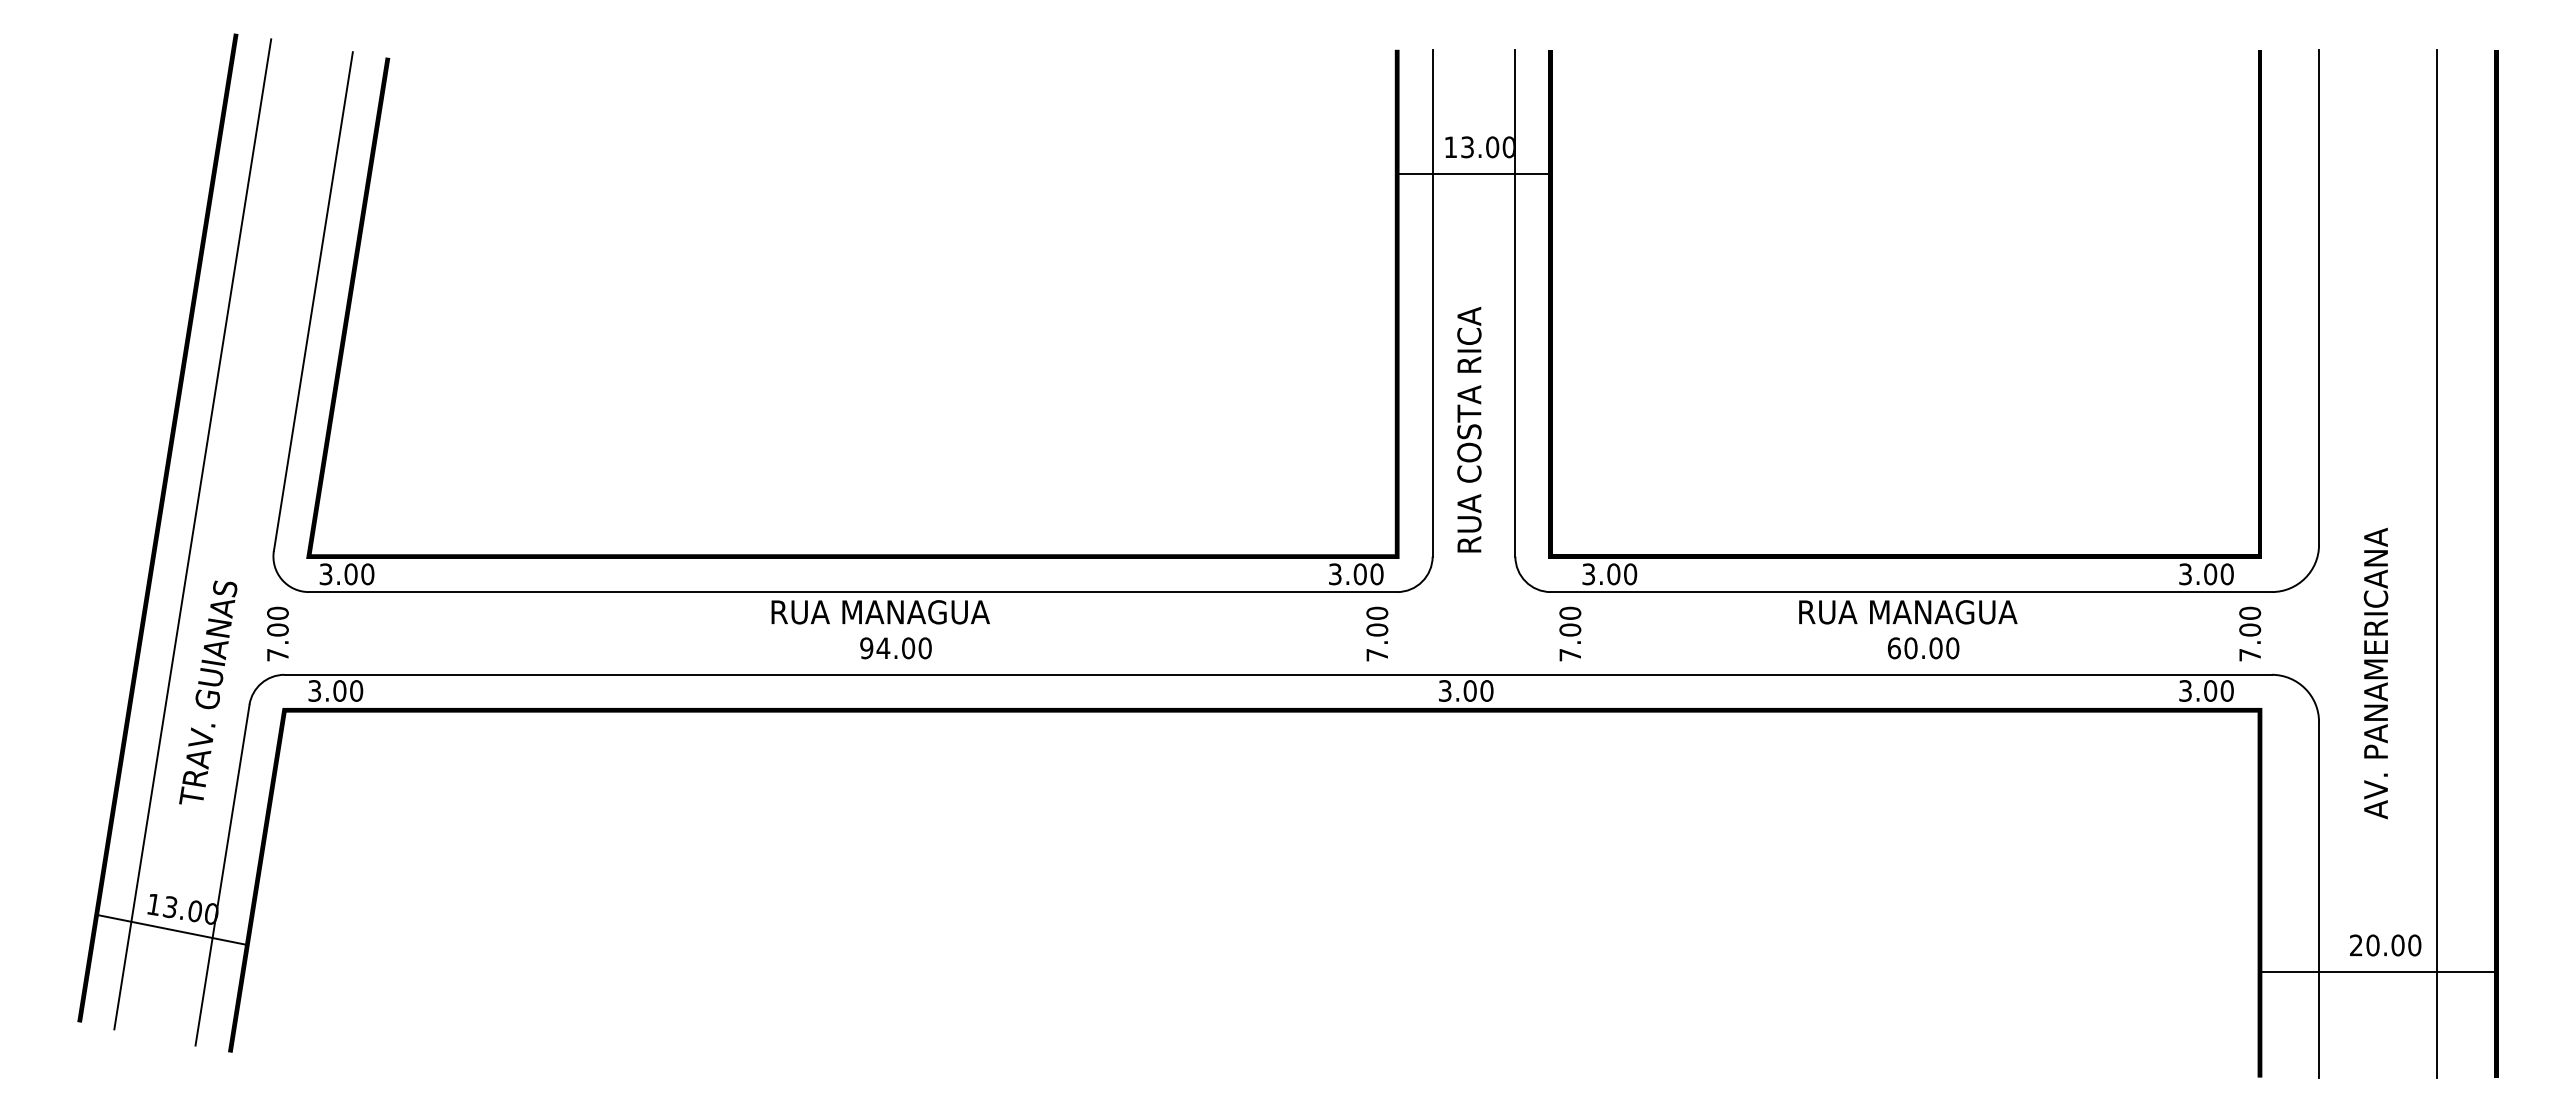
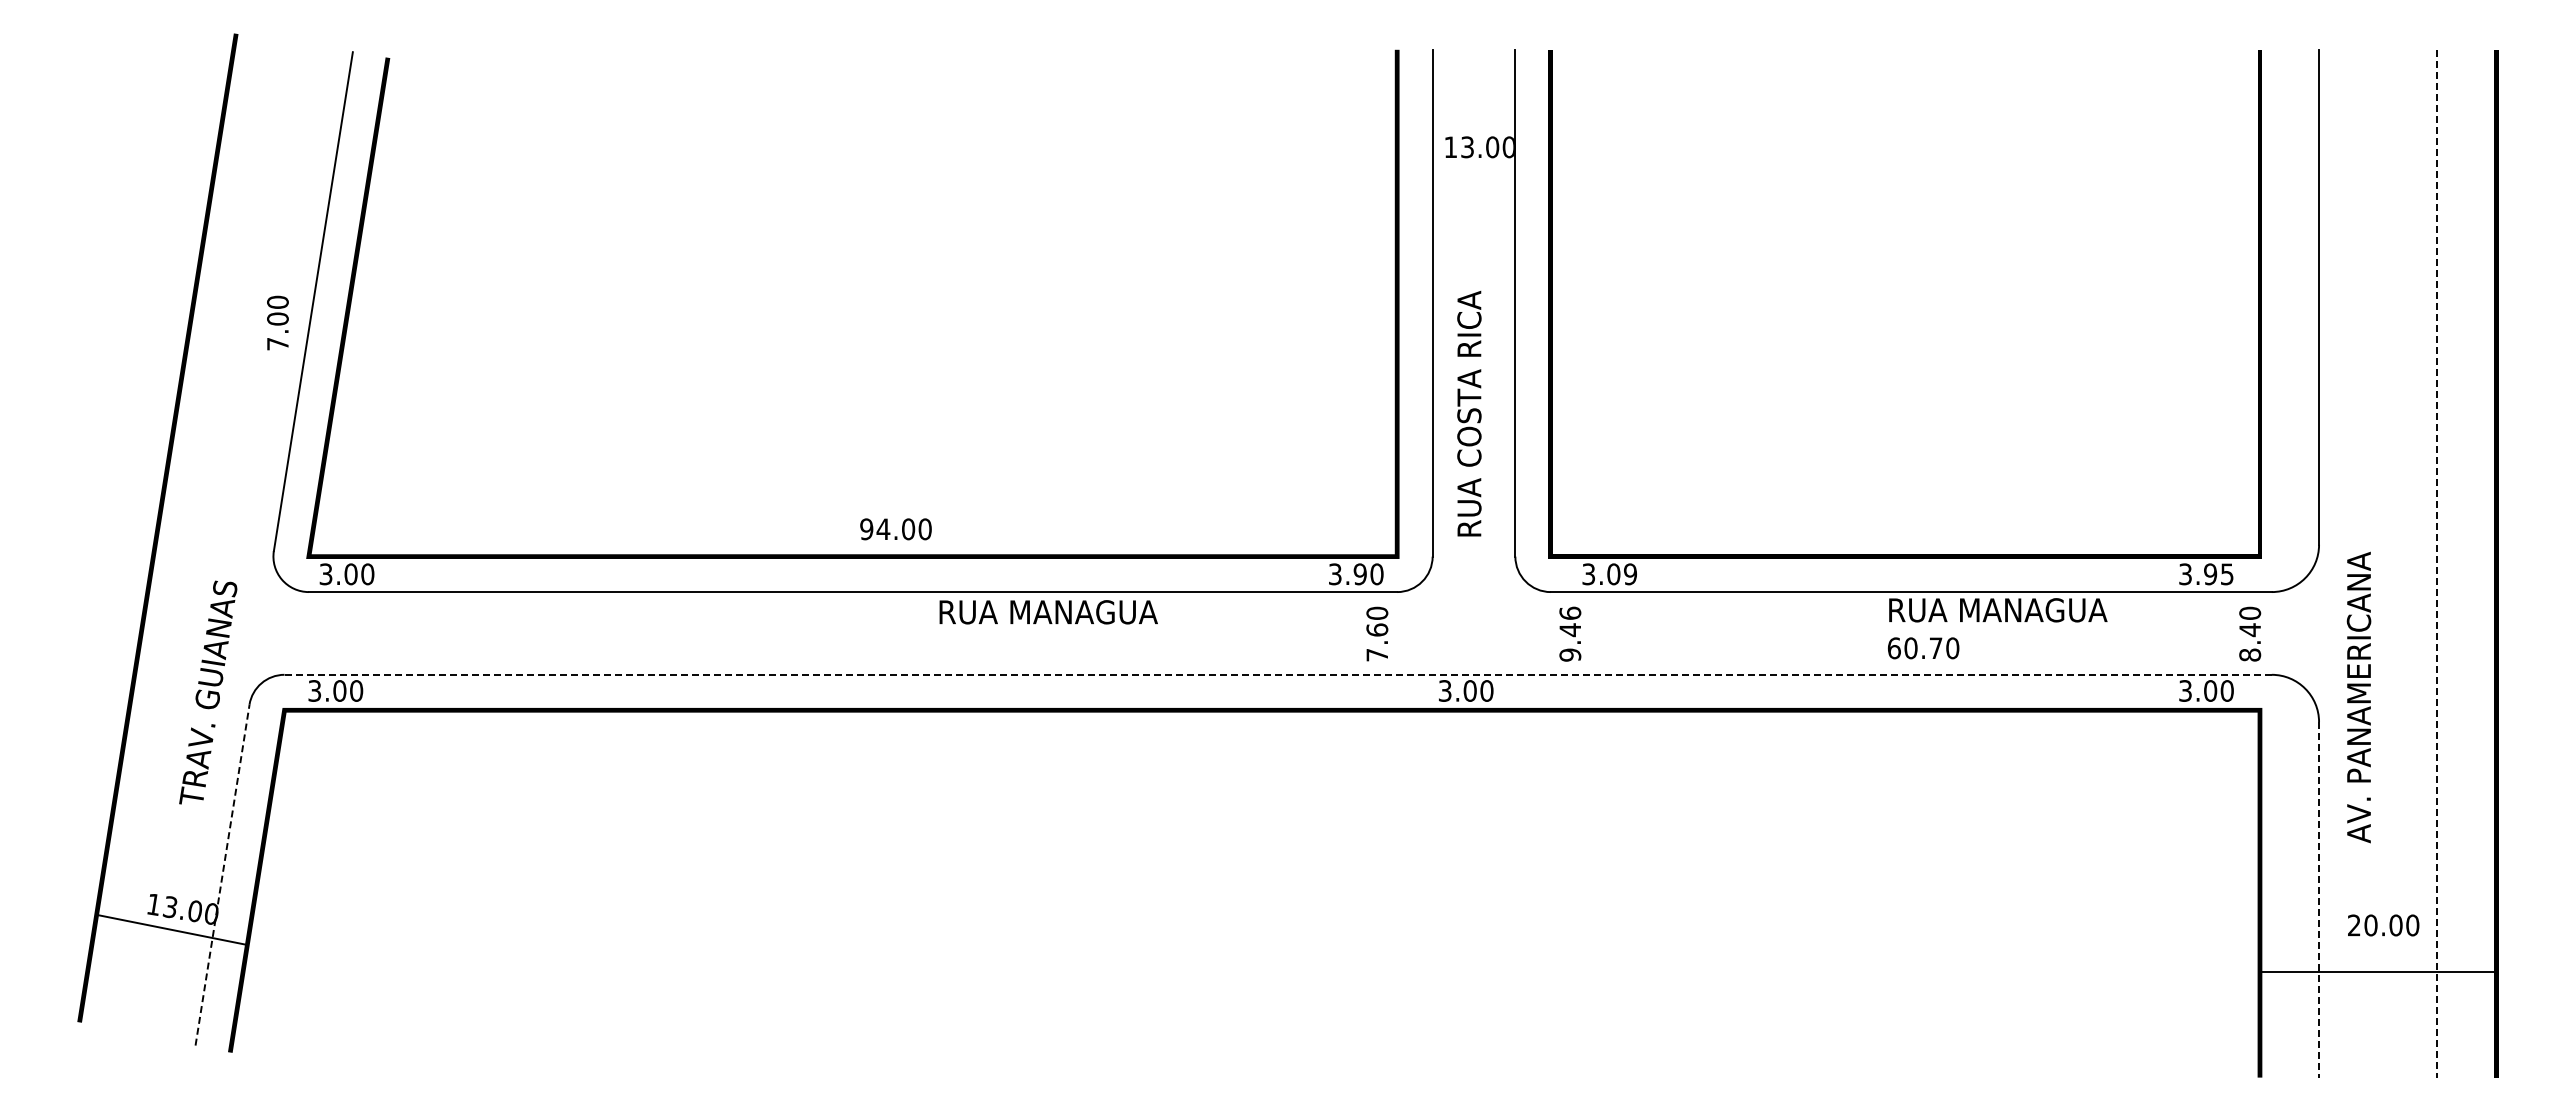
line at (1473, 173): present -> none
text at (1469, 429) position: (1469, 429) -> (1469, 413)
line at (192, 534): present -> none
line at (2437, 563): solid -> dashed
text at (1359, 574): 3.00 -> 3.90
text at (1630, 574): 3.00 -> 3.09
text at (2218, 574): 3.00 -> 3.95
text at (880, 612) position: (880, 612) -> (1048, 612)
text at (1908, 612) position: (1908, 612) -> (1998, 610)
text at (1377, 629): 7.00 -> 7.60
text at (277, 633) position: (277, 633) -> (277, 322)
text at (1570, 633): 7.00 -> 9.46
text at (2250, 642): 7.00 -> 8.40
text at (895, 648) position: (895, 648) -> (895, 529)
text at (1935, 648): 60.00 -> 60.70
text at (2375, 673) position: (2375, 673) -> (2358, 697)
line at (1278, 674): solid -> dashed
line at (222, 875): solid -> dashed
line at (2319, 899): solid -> dashed
text at (2385, 945) position: (2385, 945) -> (2383, 925)
